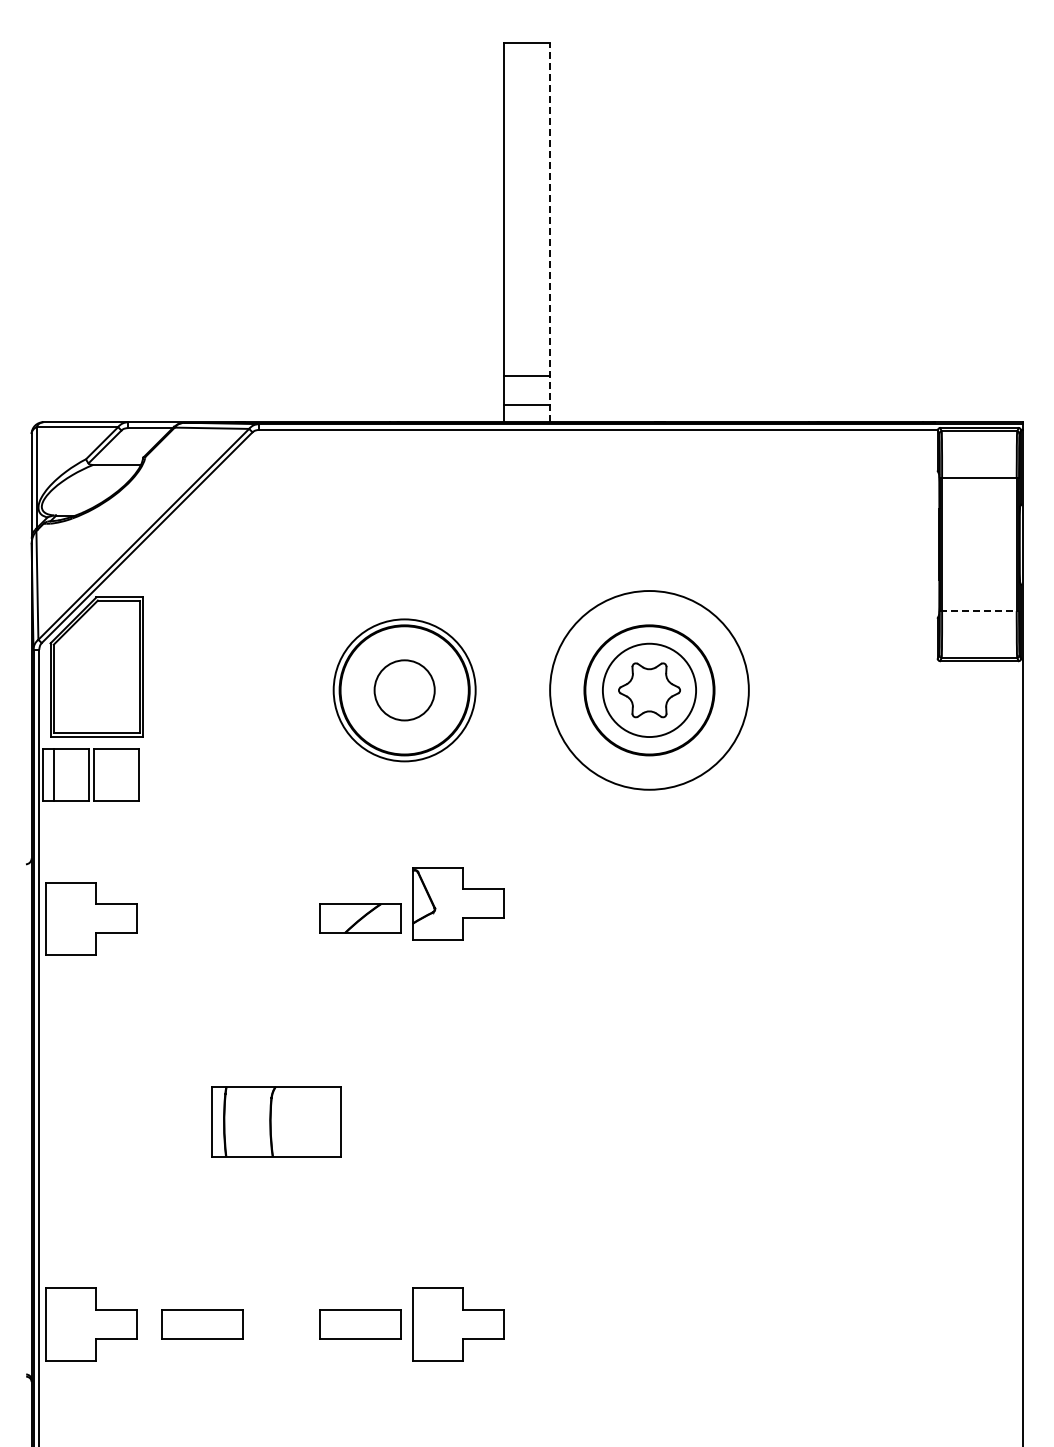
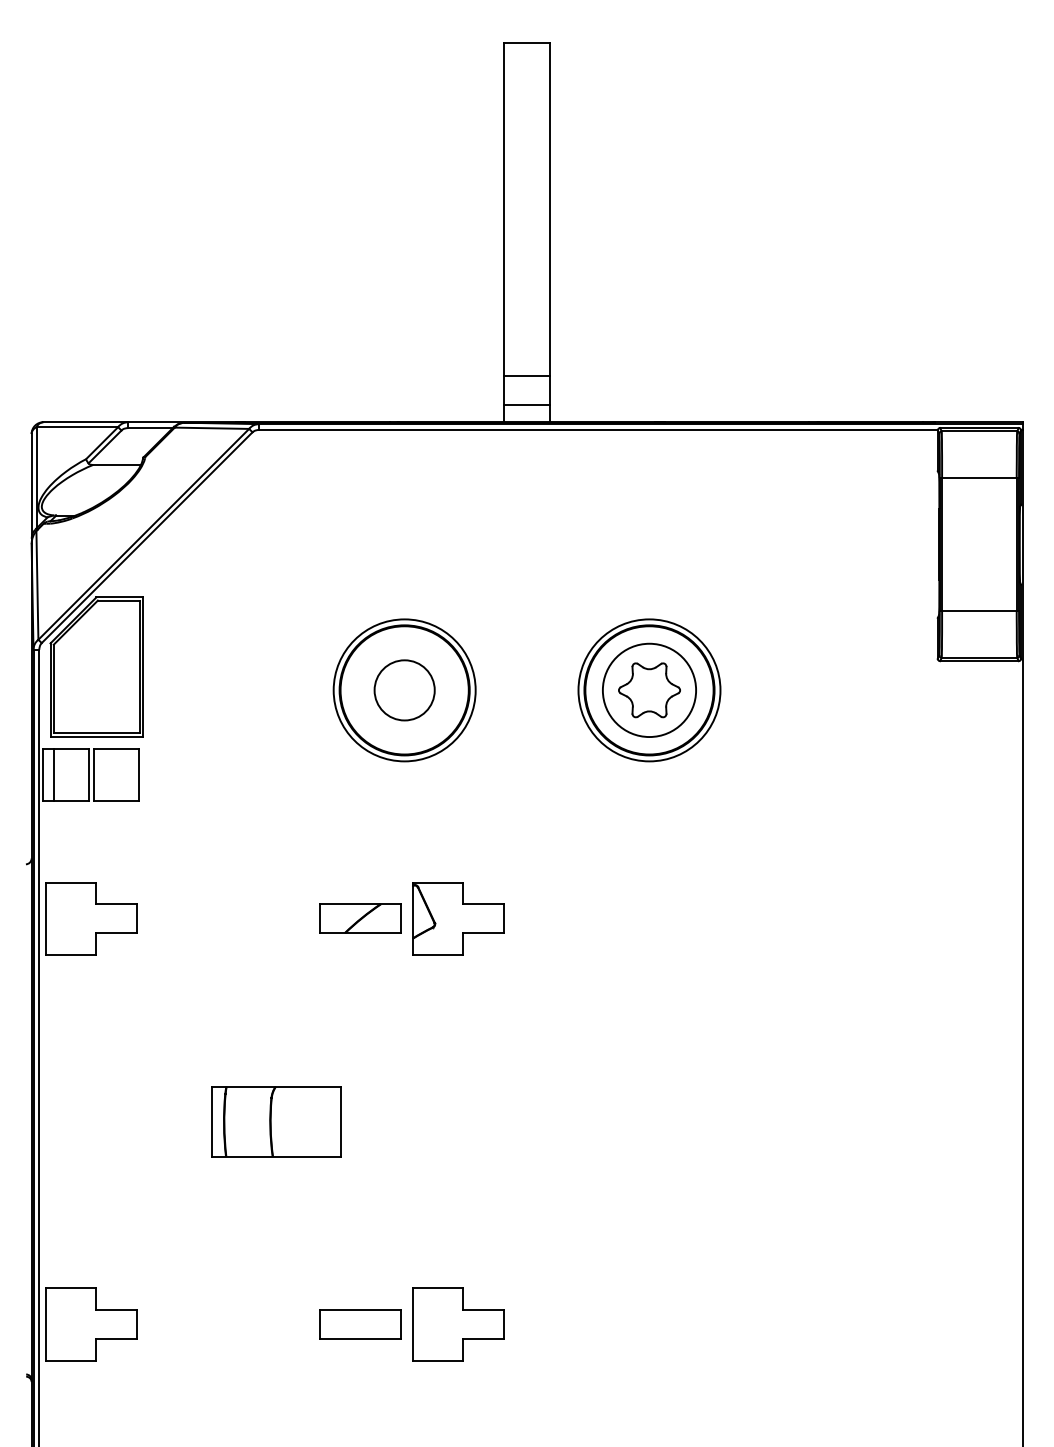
line at (550, 232): dashed -> solid
line at (979, 611): dashed -> solid
circle at (649, 690) diameter: 199 px -> 142 px
part at (458, 903) position: (458, 903) -> (458, 918)
part at (202, 1324): present -> none
